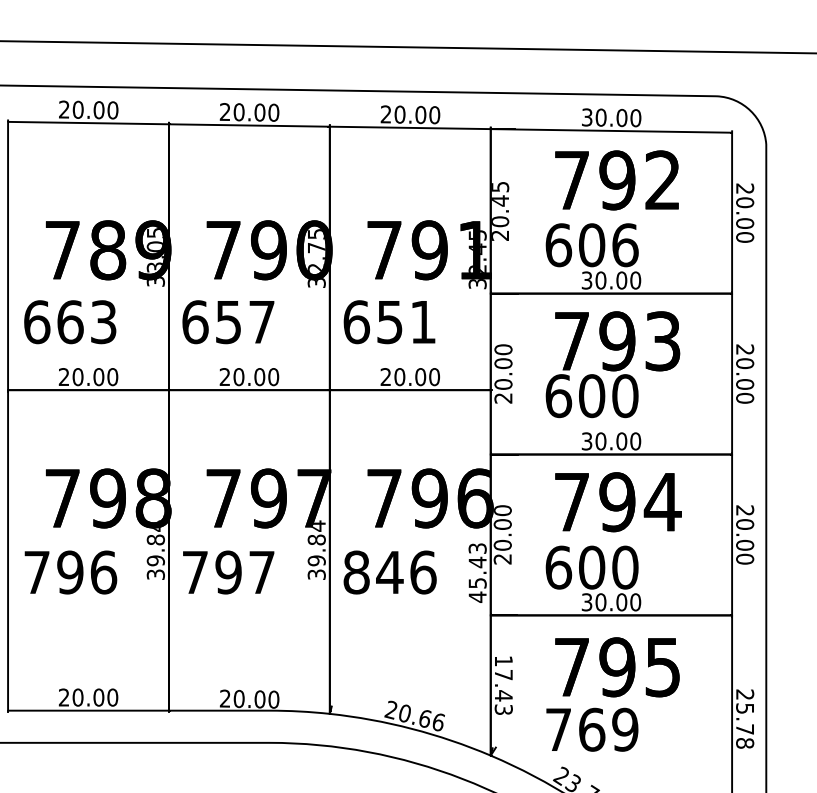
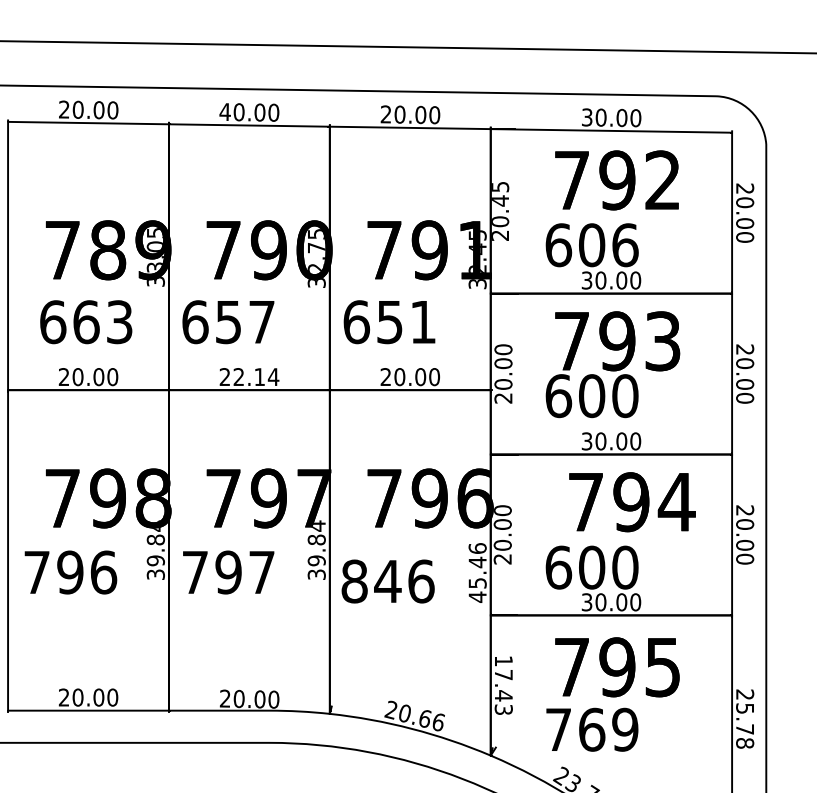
text at (224, 111): 20.00 -> 40.00
text at (70, 322) position: (70, 322) -> (86, 322)
text at (256, 377): 20.00 -> 22.14
text at (618, 502) position: (618, 502) -> (632, 502)
text at (477, 548): 45.43 -> 45.46
text at (389, 572) position: (389, 572) -> (387, 581)
